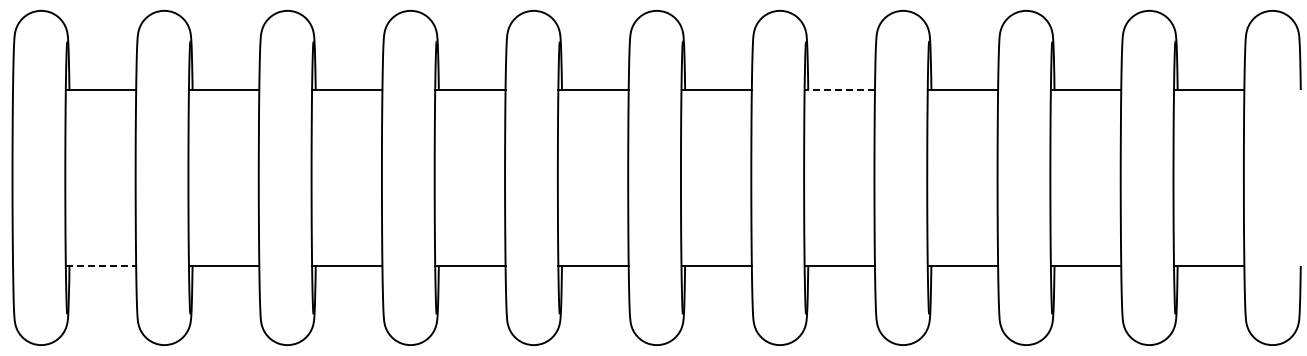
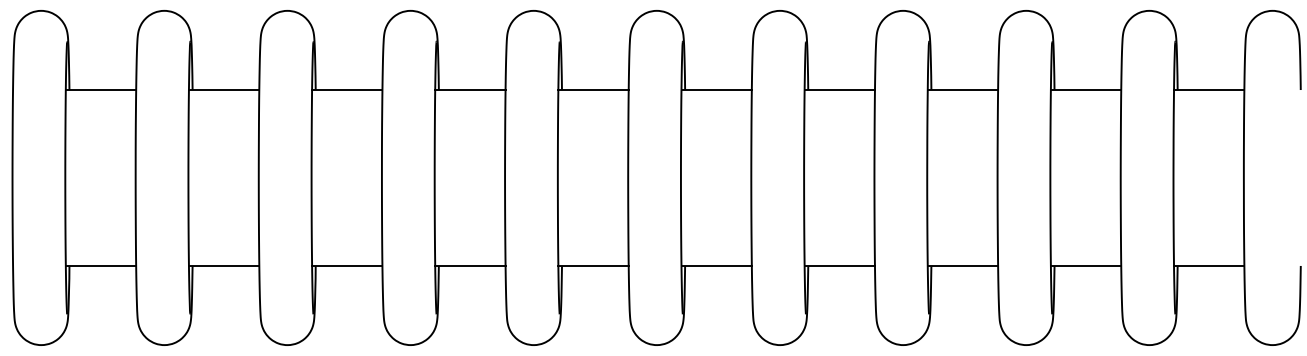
line at (839, 90): dashed -> solid
line at (101, 265): dashed -> solid
